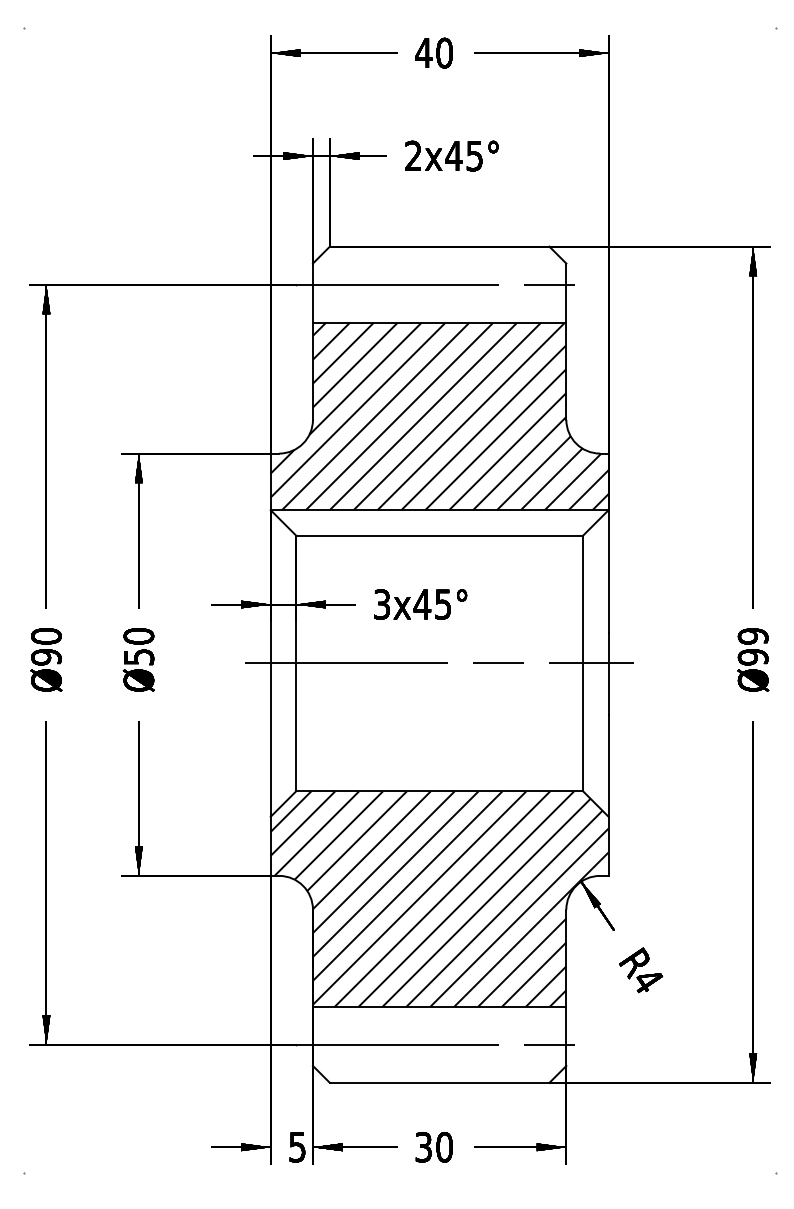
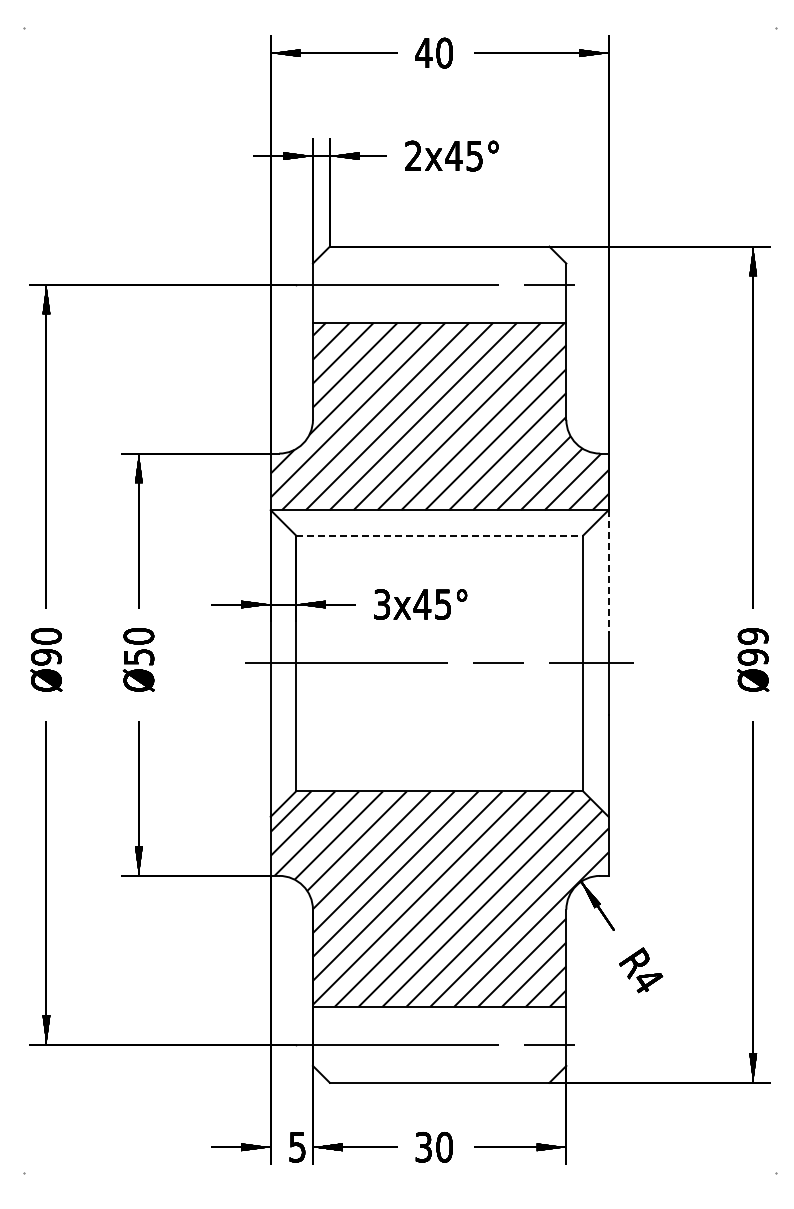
line at (439, 535): solid -> dashed
line at (608, 571): solid -> dashed
